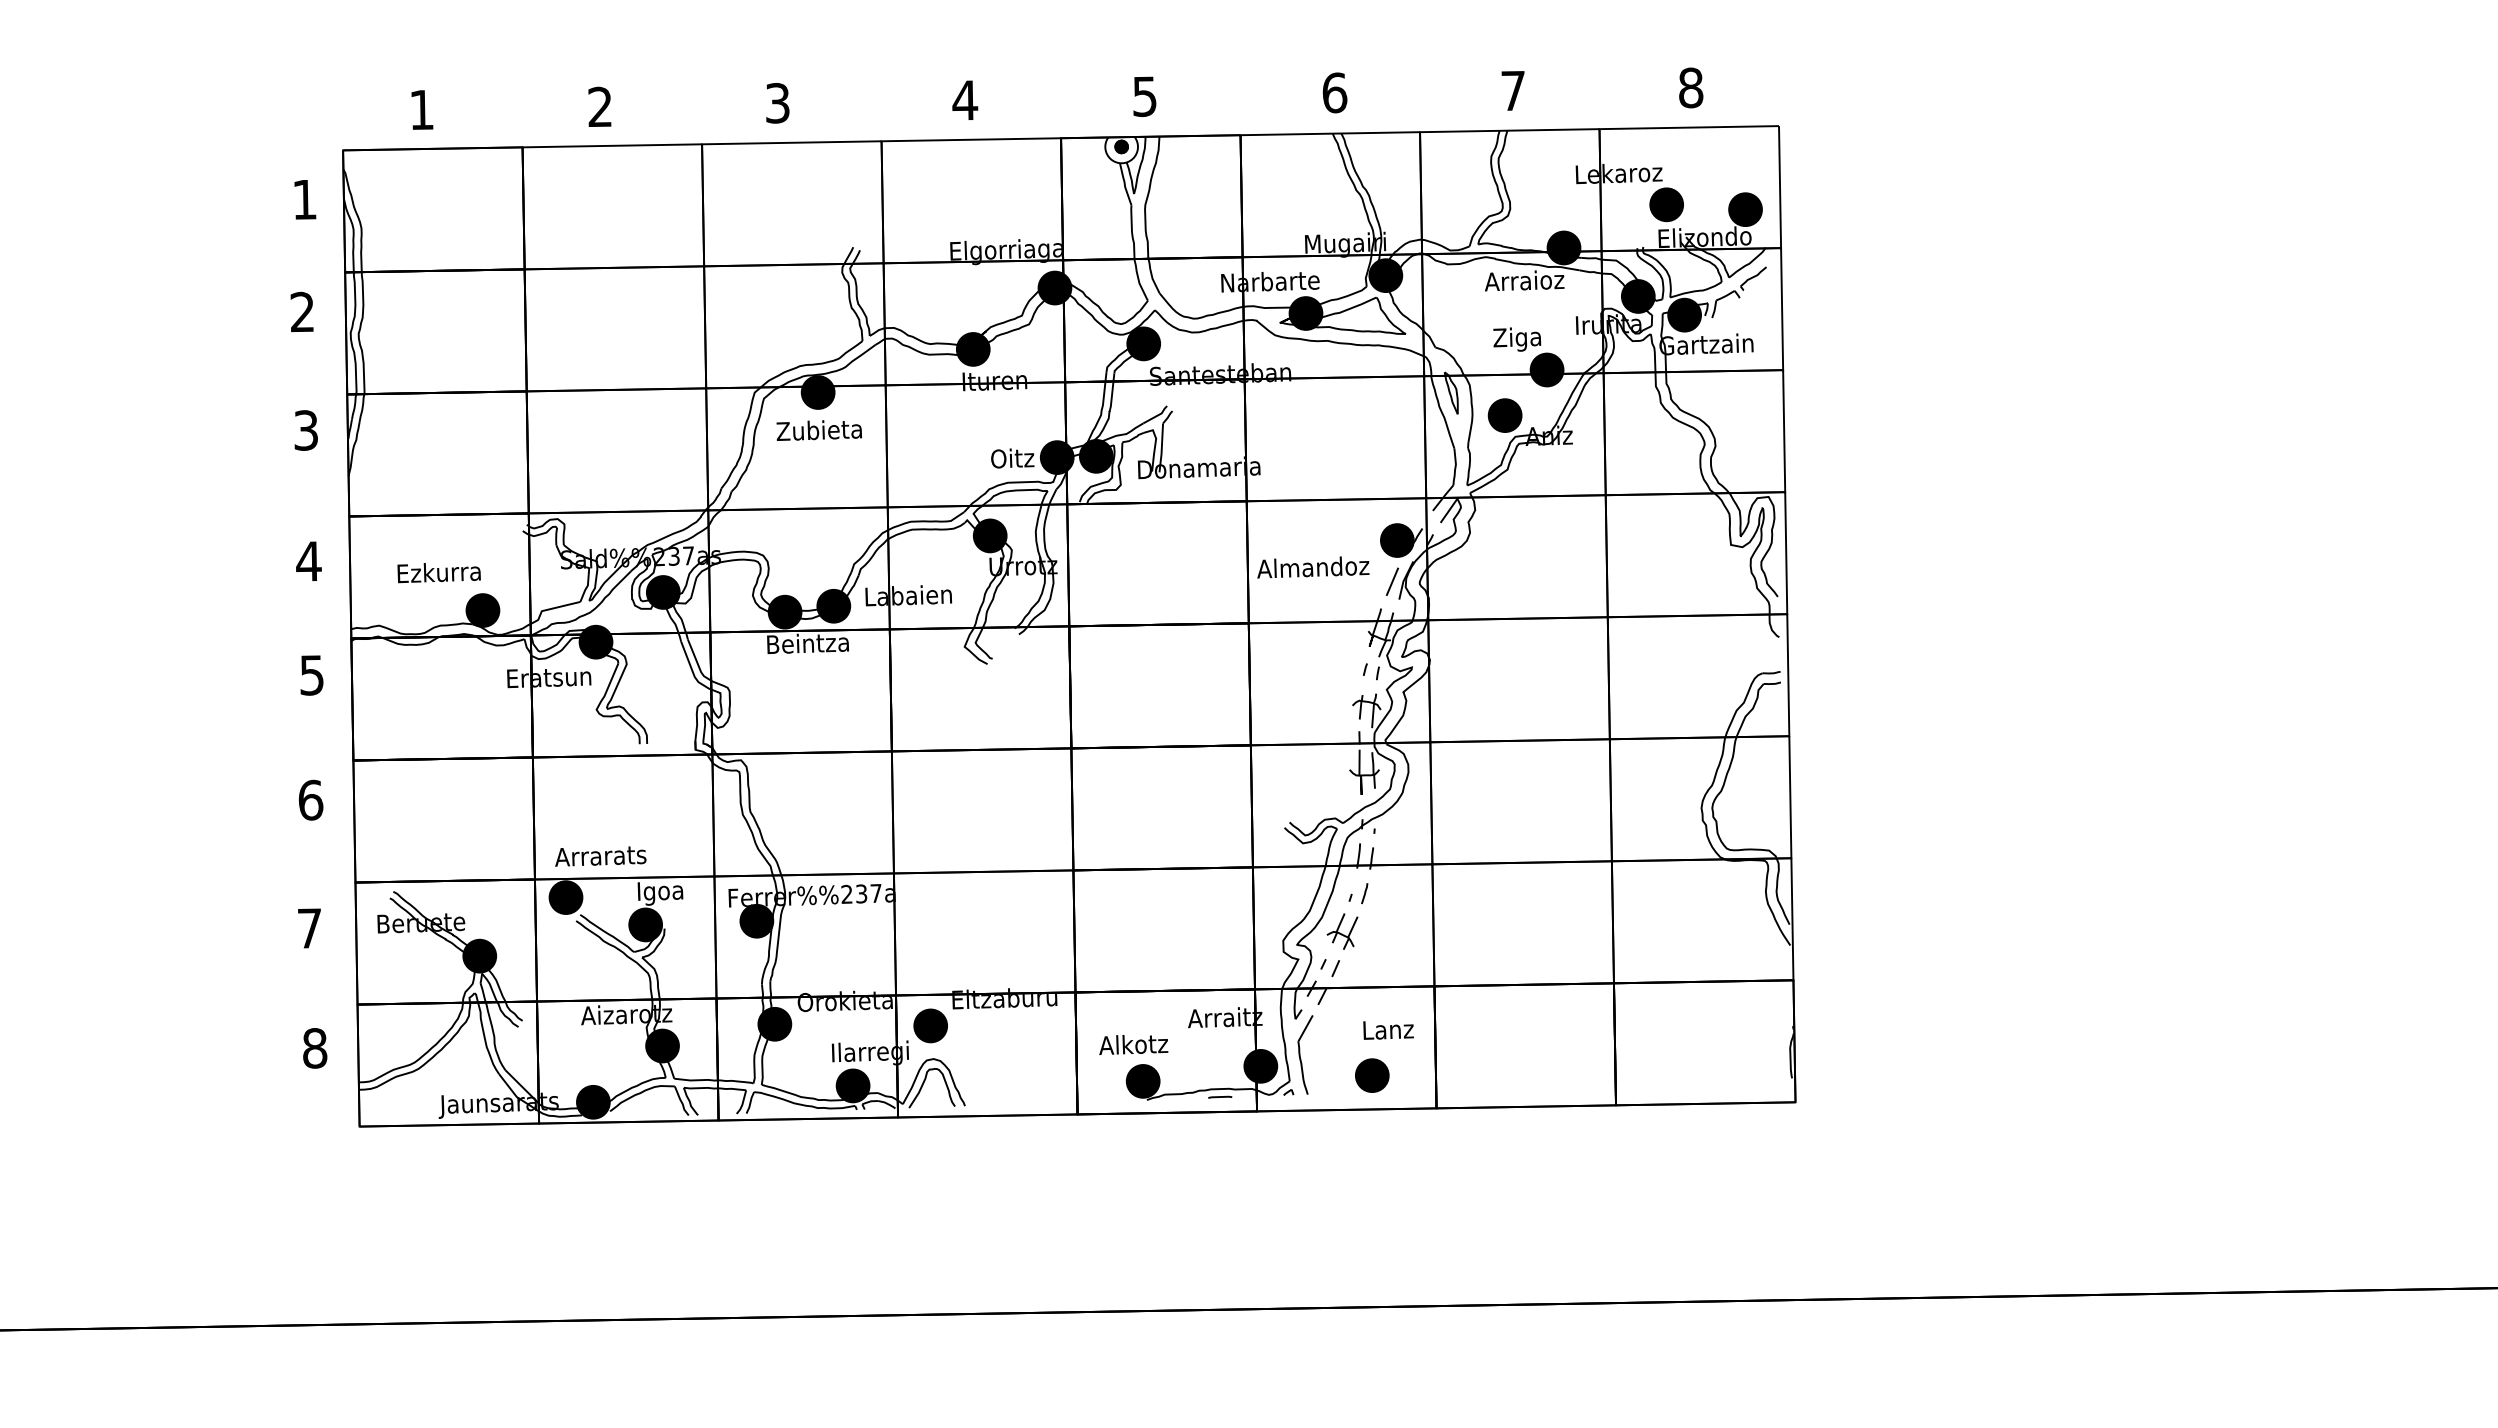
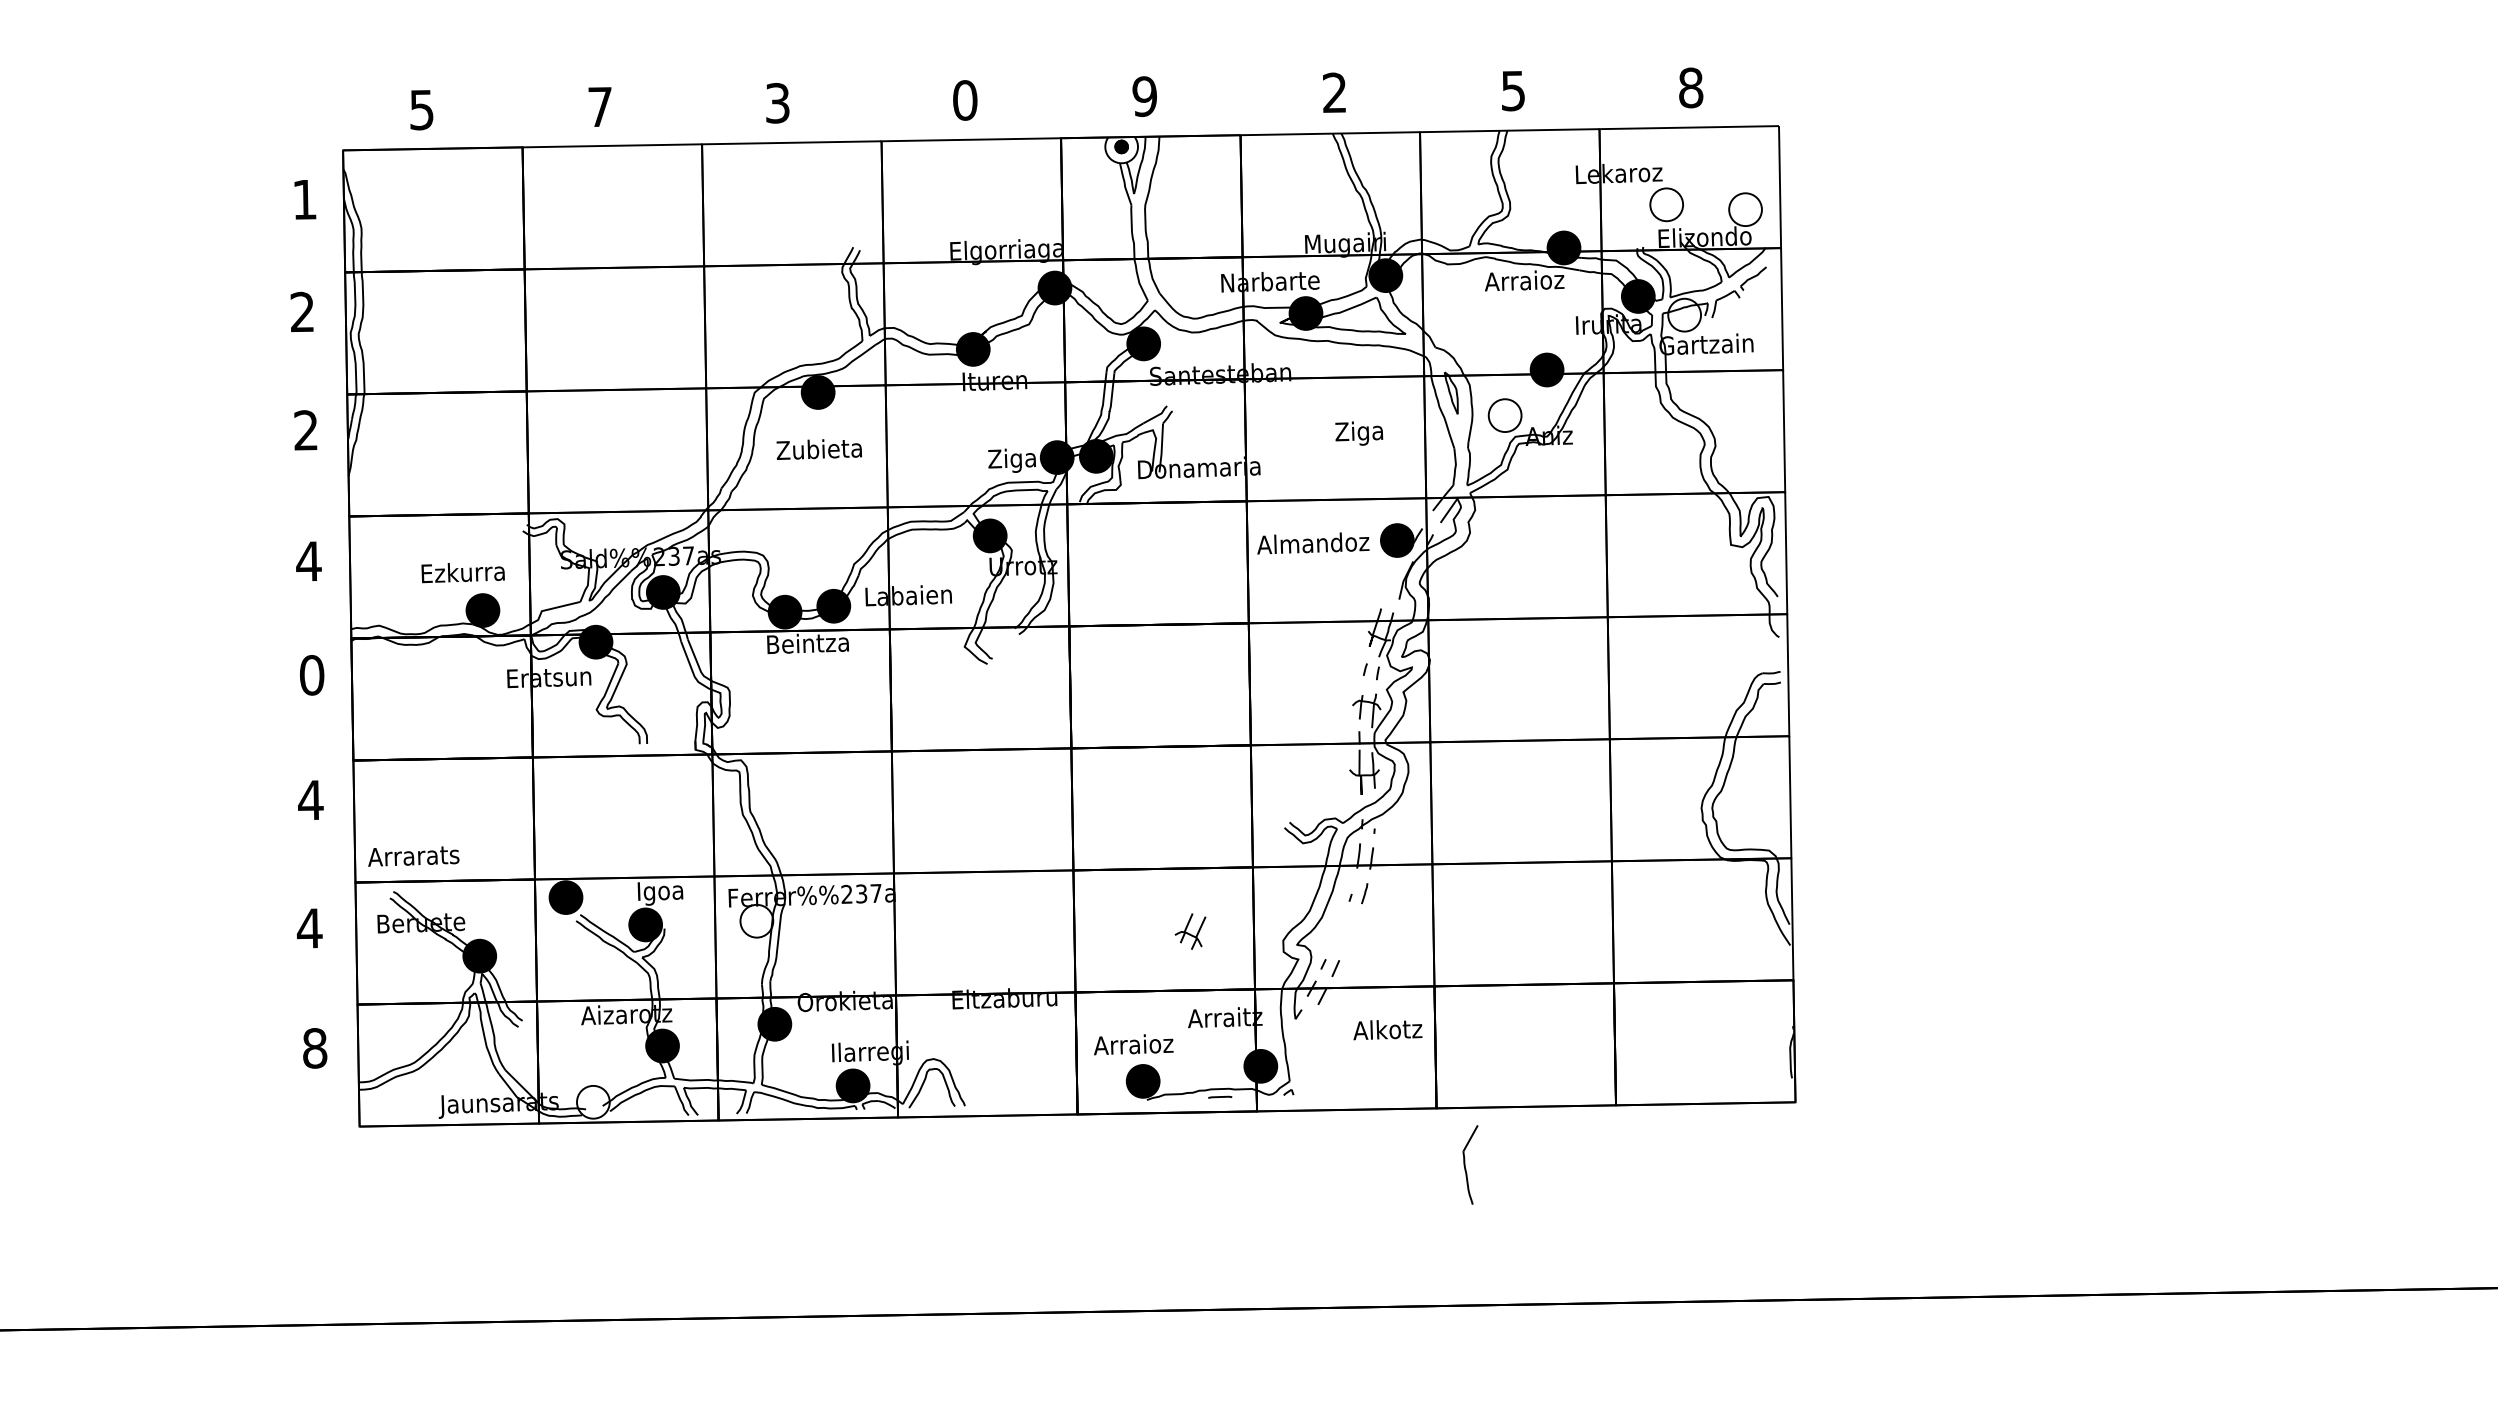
text at (1512, 91): 7 -> 5
text at (1334, 92): 6 -> 2
text at (1144, 96): 5 -> 9
text at (965, 100): 4 -> 0
text at (599, 106): 2 -> 7
text at (421, 110): 1 -> 5
fill at (1666, 204): present -> none
fill at (1745, 209): present -> none
fill at (1684, 314): present -> none
text at (1517, 339) position: (1517, 339) -> (1359, 433)
fill at (1504, 415): present -> none
text at (305, 430): 3 -> 2
text at (818, 430) position: (818, 430) -> (818, 449)
text at (1011, 460): Oitz -> Ziga
text at (1313, 567) position: (1313, 567) -> (1313, 543)
text at (438, 573) position: (438, 573) -> (462, 573)
line at (1392, 581): present -> none
text at (312, 675): 5 -> 0
text at (310, 799): 6 -> 4
text at (600, 856) position: (600, 856) -> (413, 856)
fill at (756, 920): present -> none
text at (309, 928): 7 -> 4
part at (1342, 931) position: (1342, 931) -> (1190, 931)
part at (930, 1025): present -> none
text at (1387, 1030): Lanz -> Alkotz
text at (1133, 1044): Alkotz -> Arraioz
part at (1305, 1054) position: (1305, 1054) -> (1470, 1164)
part at (1372, 1075): present -> none
fill at (592, 1101): present -> none
